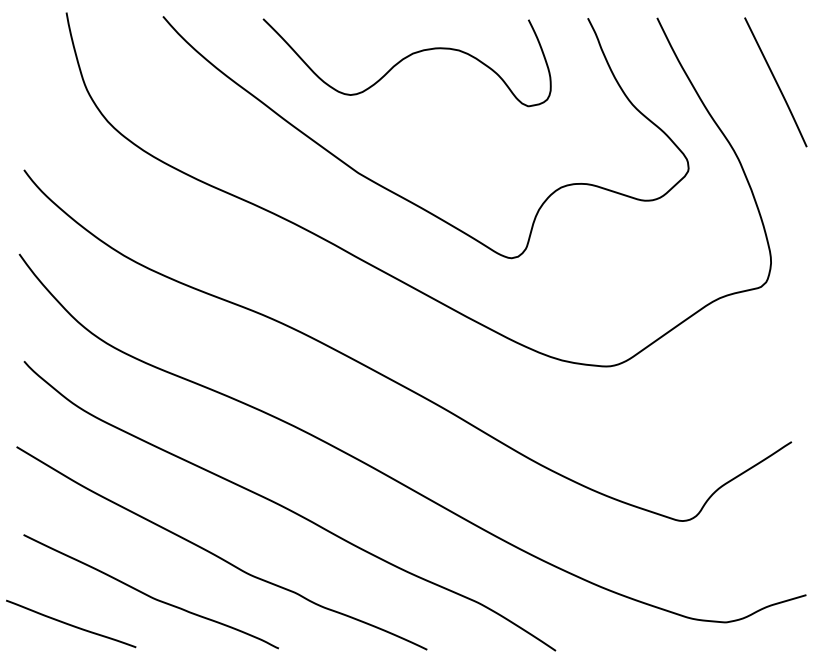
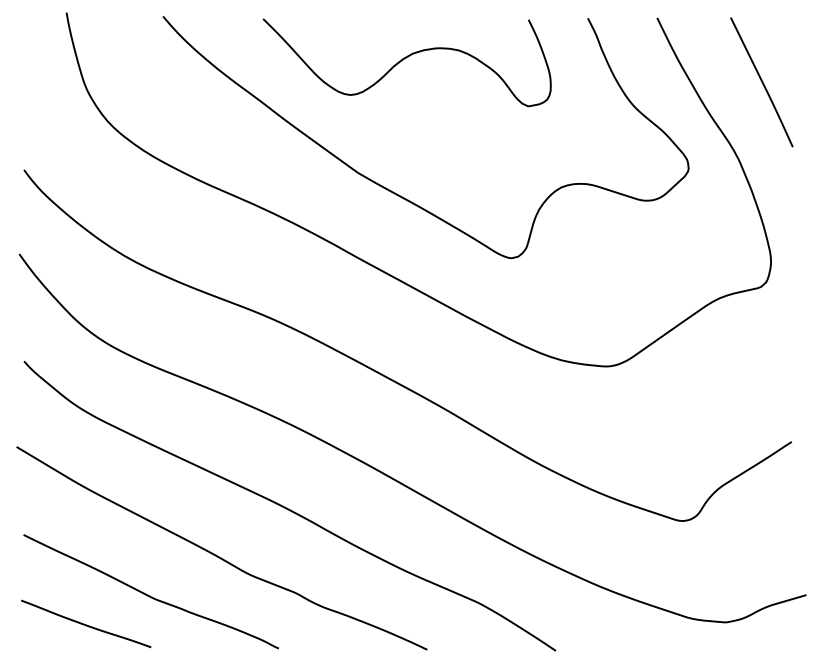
line at (775, 82) position: (775, 82) -> (761, 82)
curve at (71, 624) position: (71, 624) -> (86, 624)
